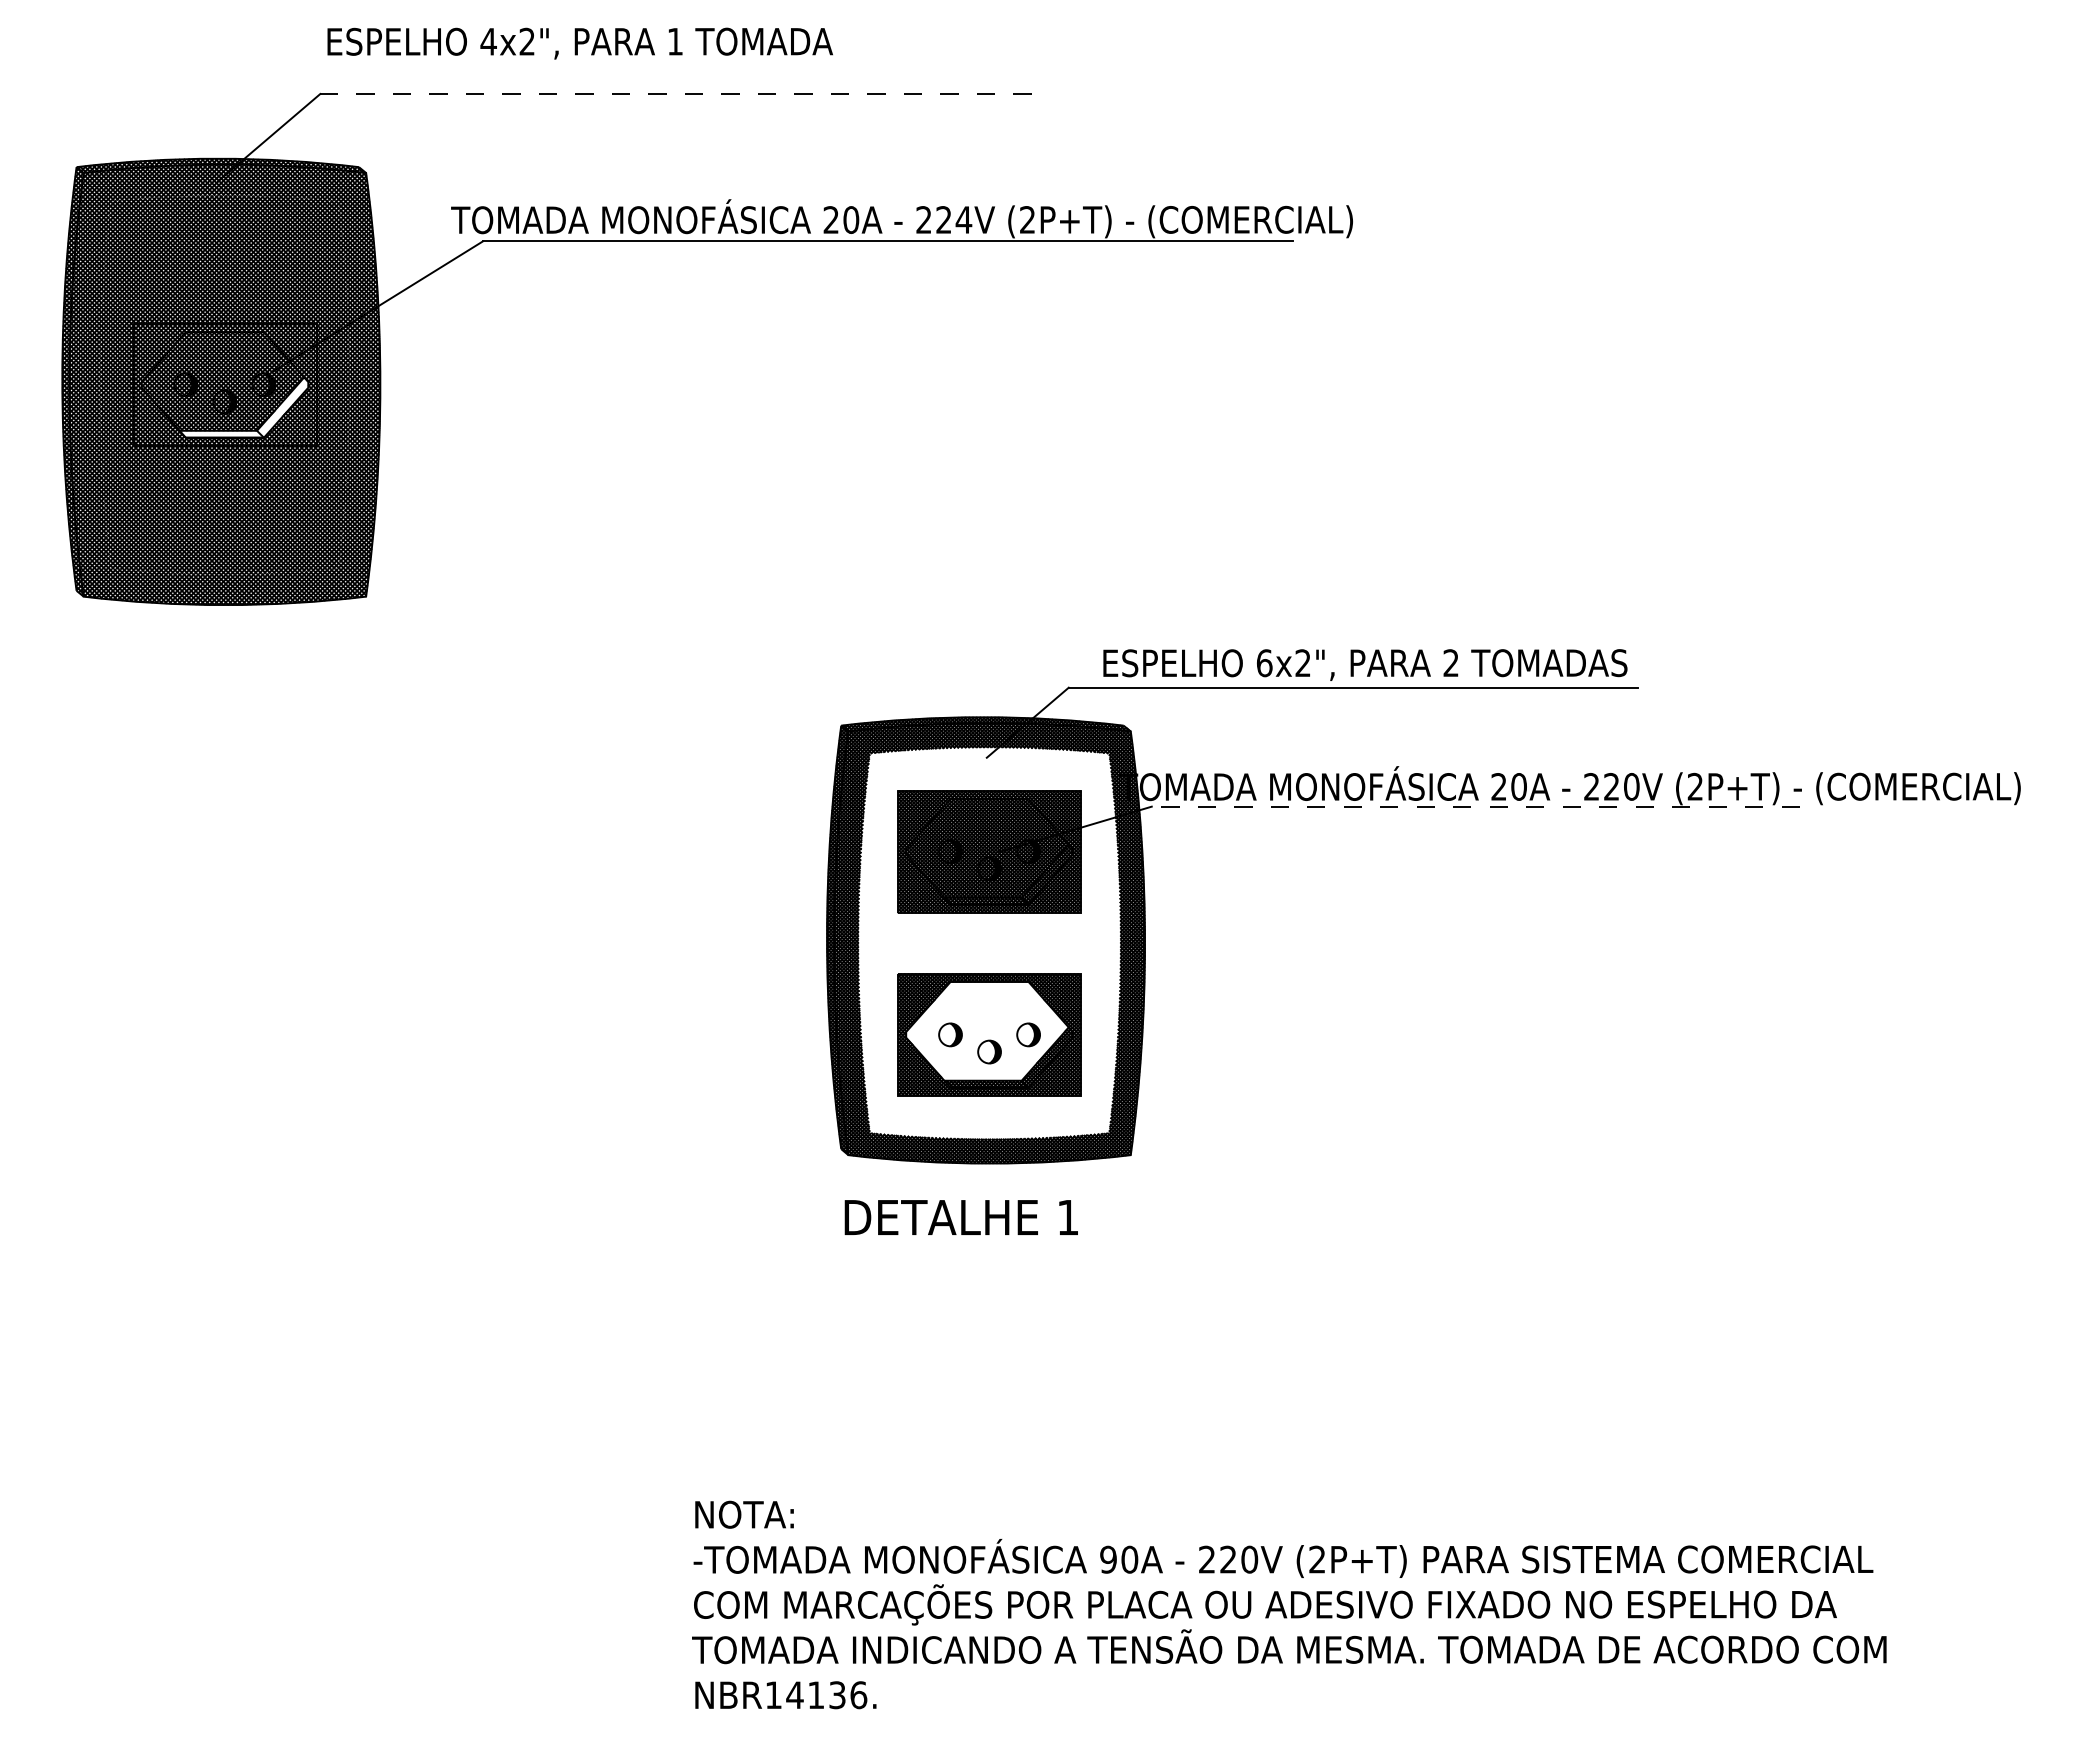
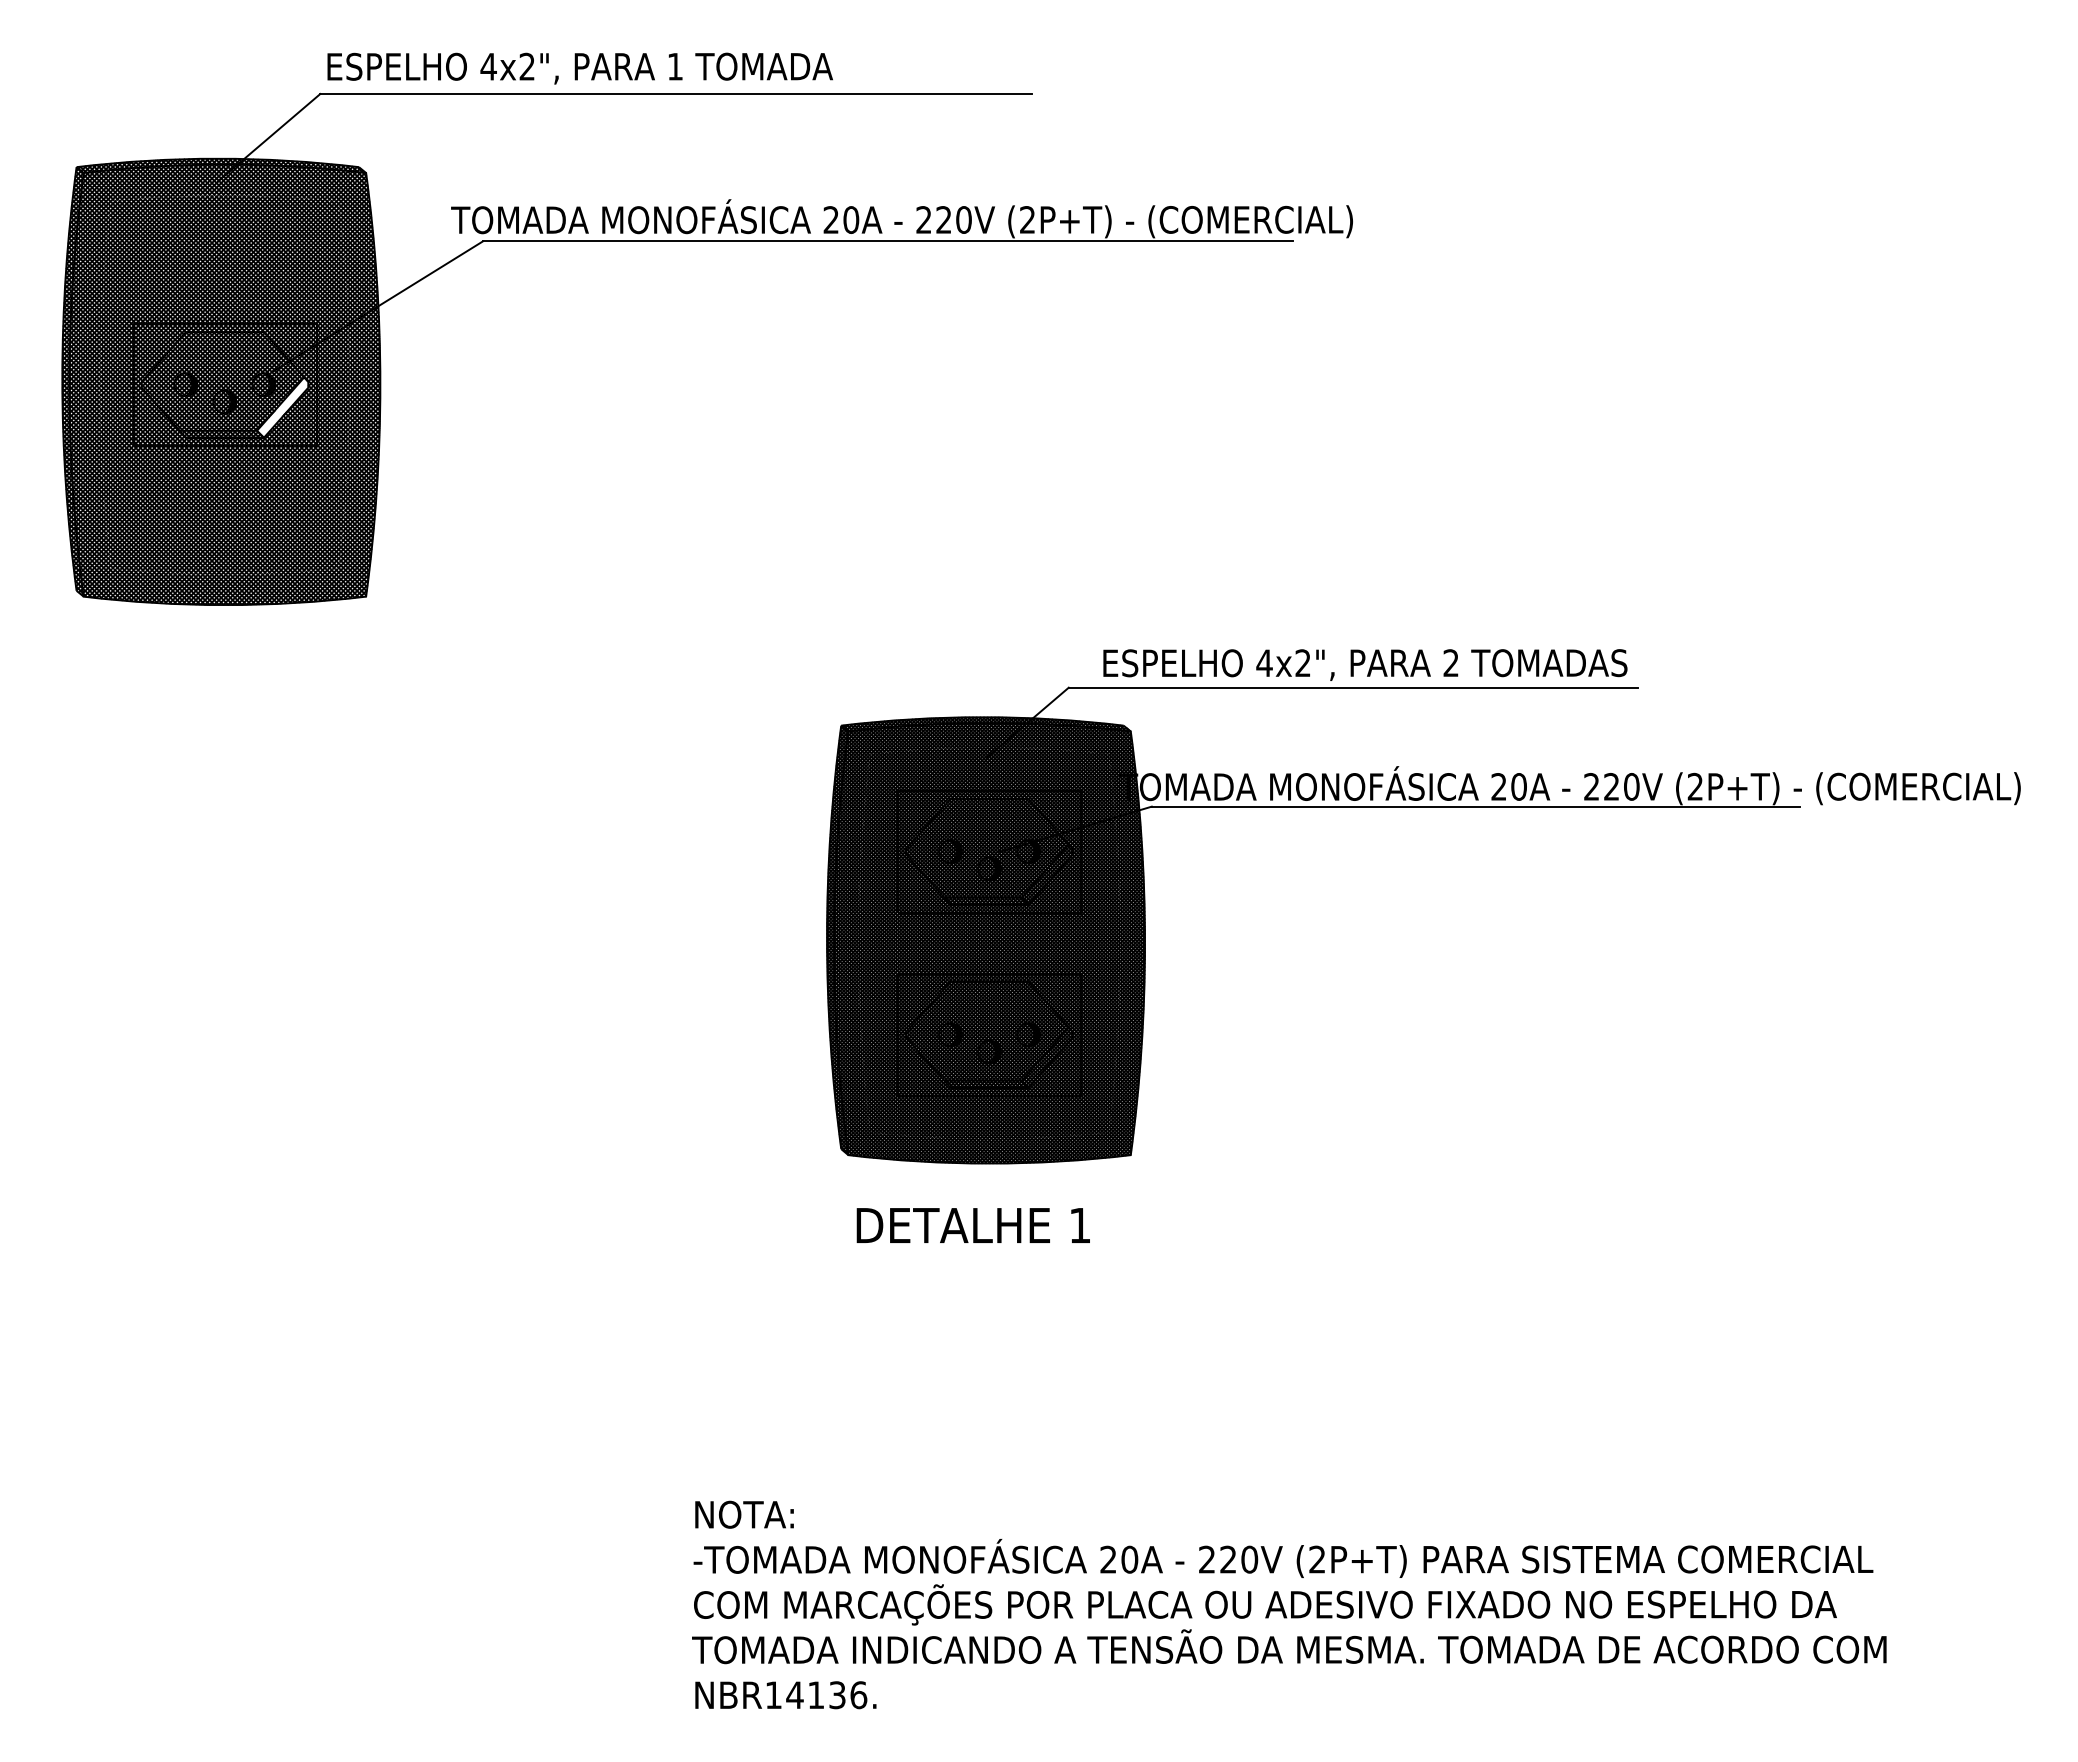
text at (579, 43) position: (579, 43) -> (579, 68)
line at (675, 94): dashed -> solid
text at (963, 219): 224V -> 220V
hatch at (221, 433): none -> present
text at (1264, 663): 6x2", -> 4x2",
line at (1475, 806): dashed -> solid
hatch at (989, 942): none -> present
hatch at (987, 1031): none -> present
text at (960, 1217) position: (960, 1217) -> (972, 1225)
text at (1108, 1559): 90A -> 20A
